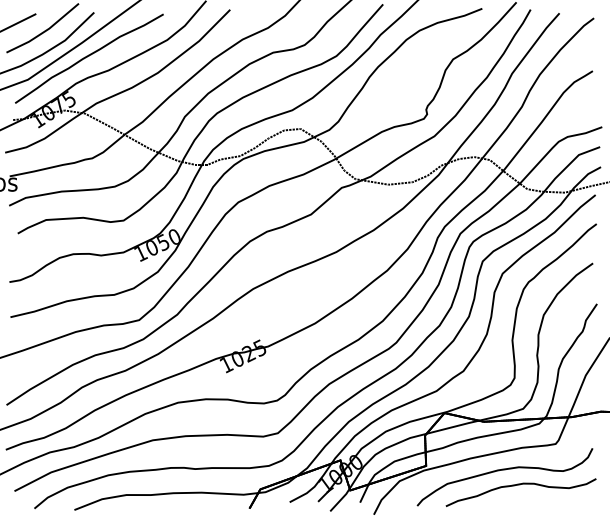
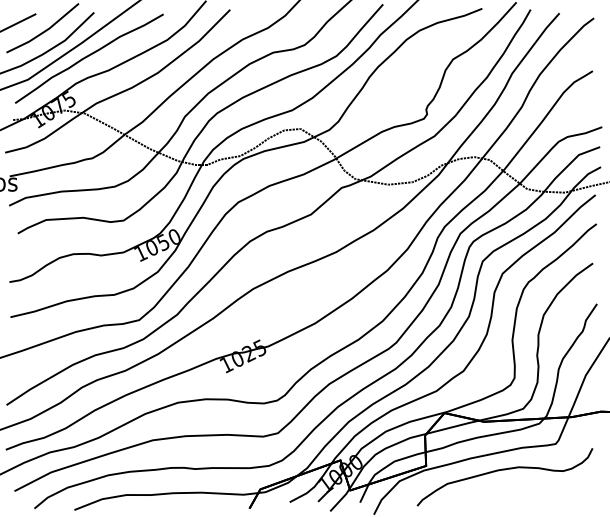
part at (520, 485): present -> none
